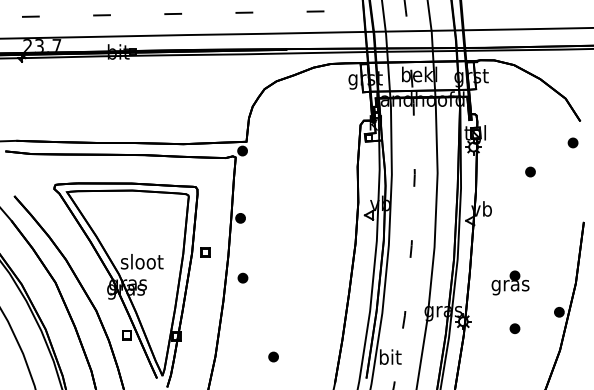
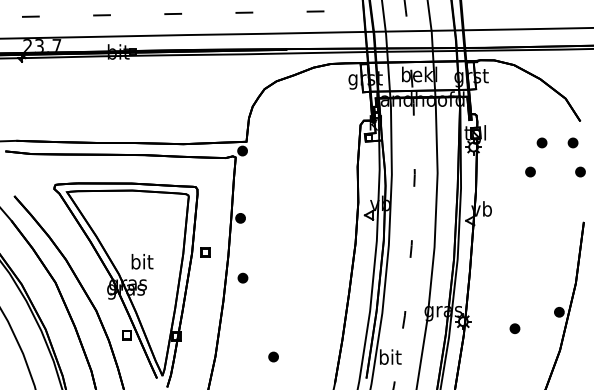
part at (541, 142): none -> present
part at (580, 171): none -> present
text at (141, 261): sloot -> bit
part at (510, 282): present -> none
